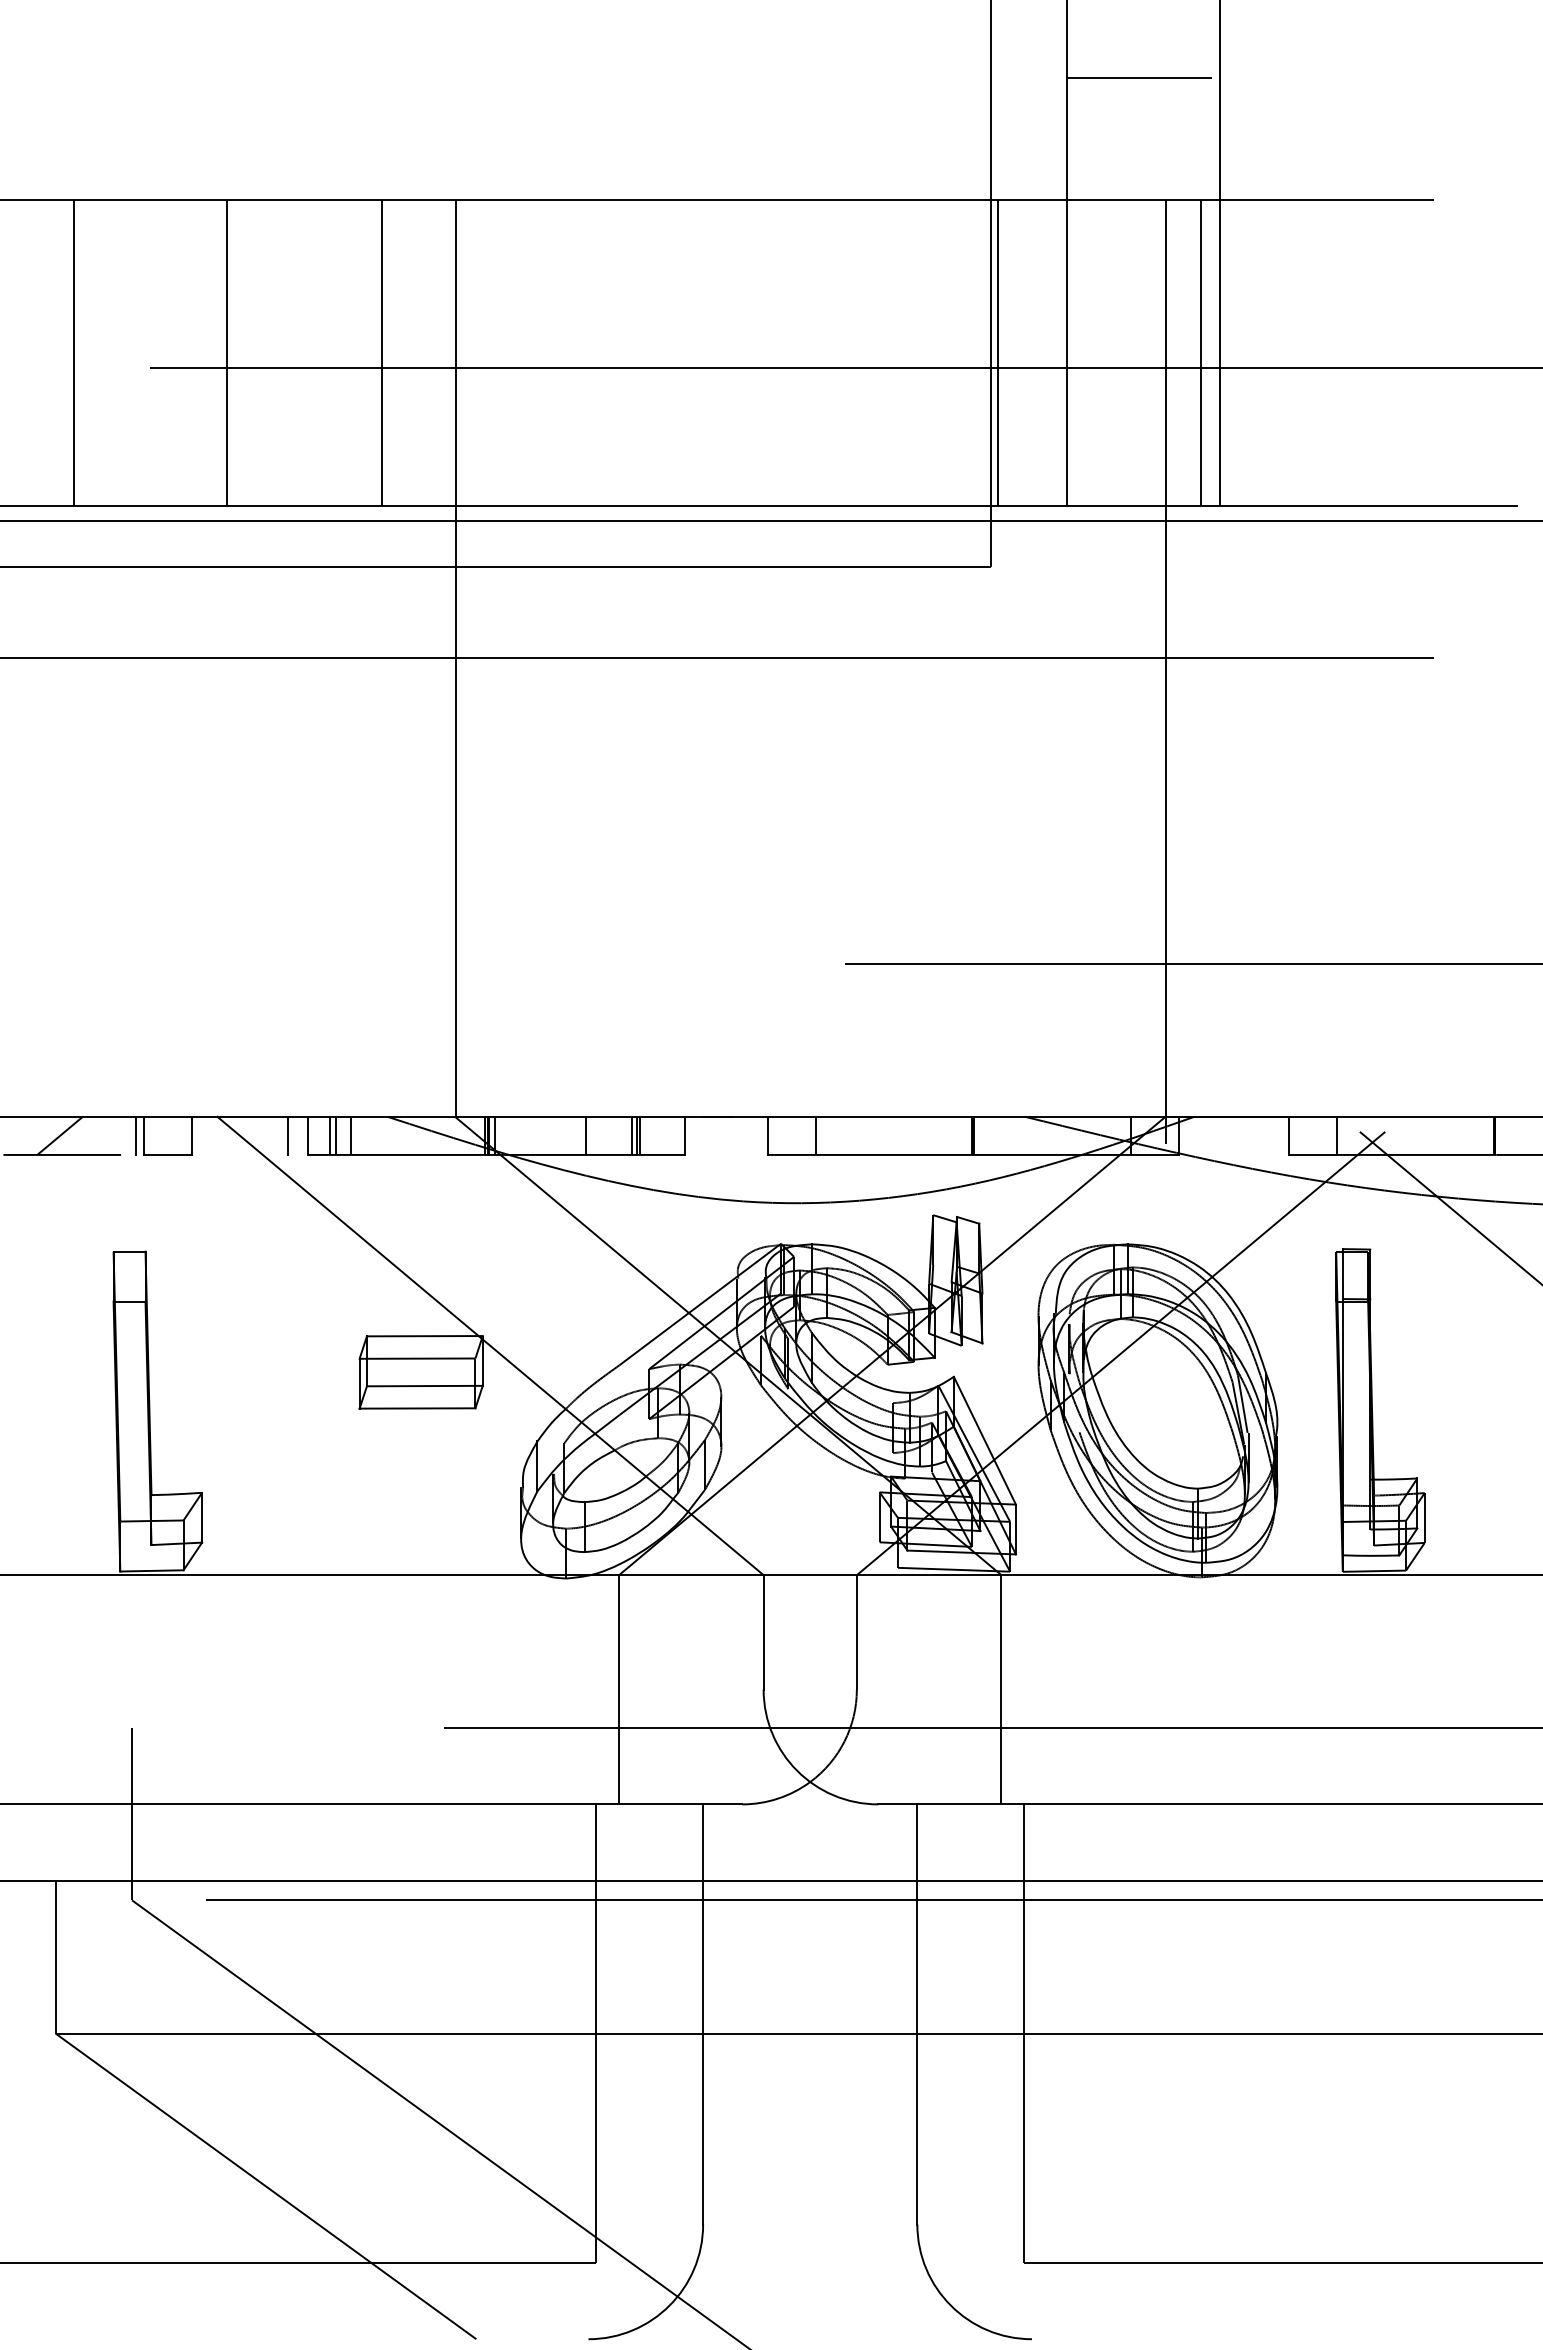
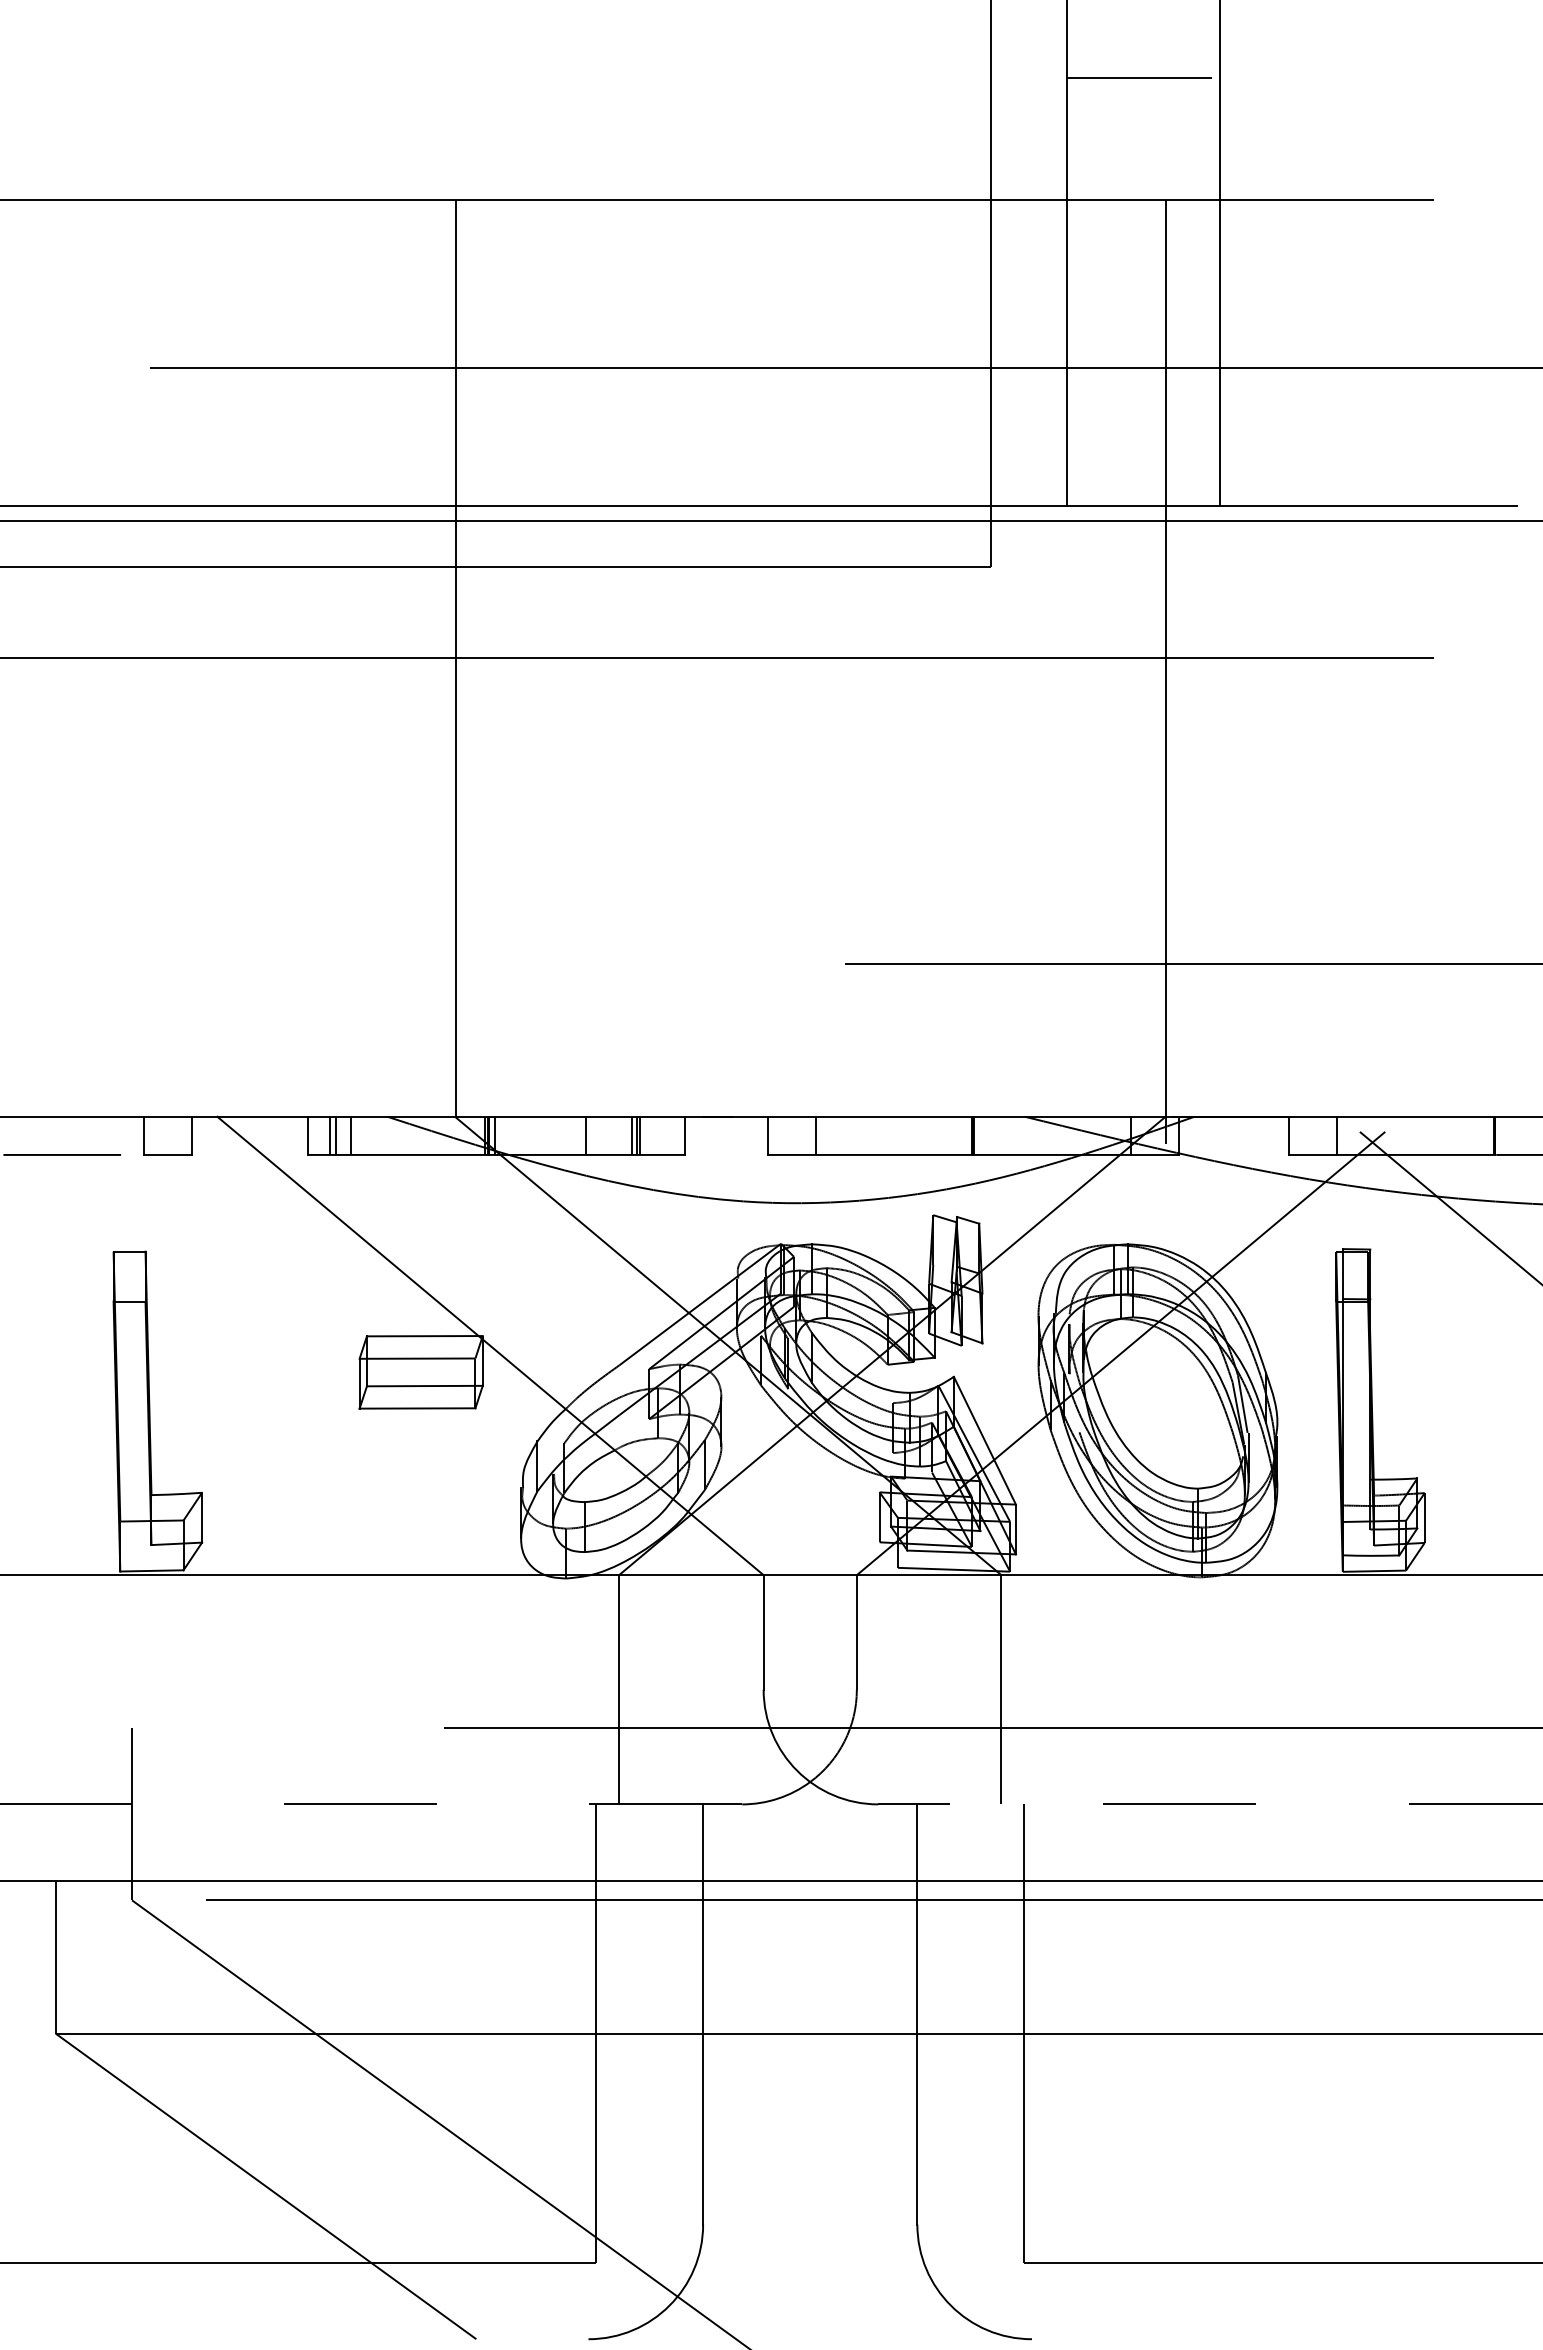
line at (73, 352): present -> none
line at (226, 352): present -> none
line at (382, 352): present -> none
line at (997, 352): present -> none
line at (1201, 352): present -> none
line at (59, 1135): present -> none
line at (136, 1135): present -> none
line at (287, 1135): present -> none
line at (371, 1804): solid -> dashed
line at (1210, 1804): solid -> dashed
